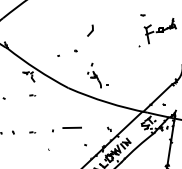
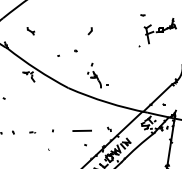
part at (90, 30) size: 7x13 px -> 6x9 px
part at (30, 31): none -> present
part at (32, 95): present -> none
line at (71, 127) position: (71, 127) -> (81, 130)
